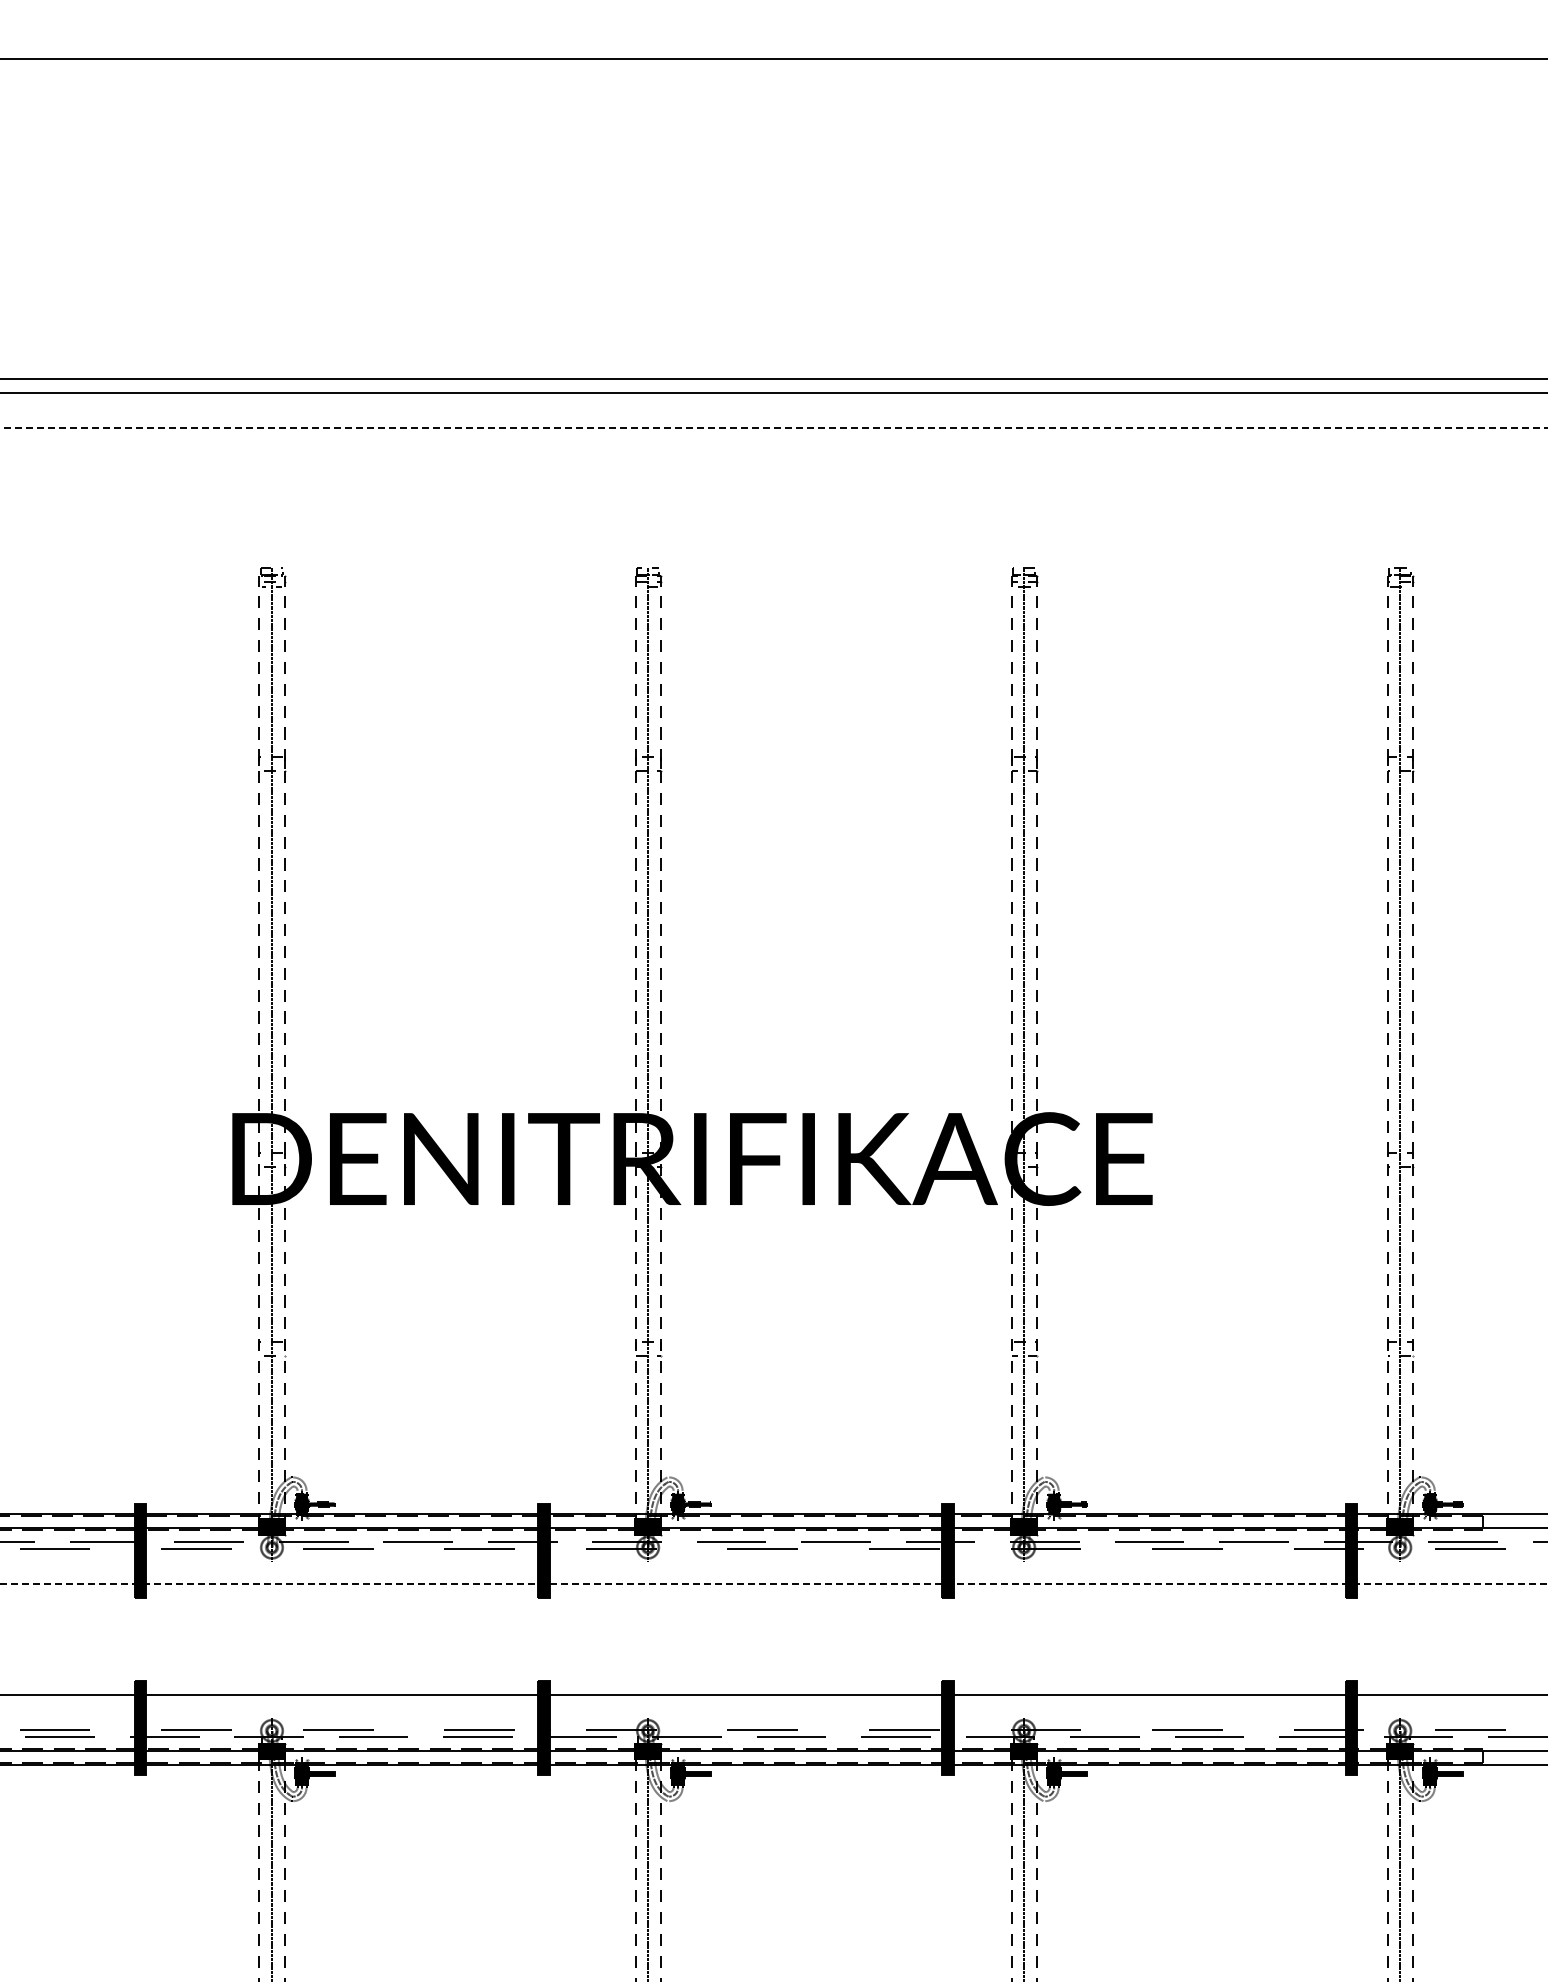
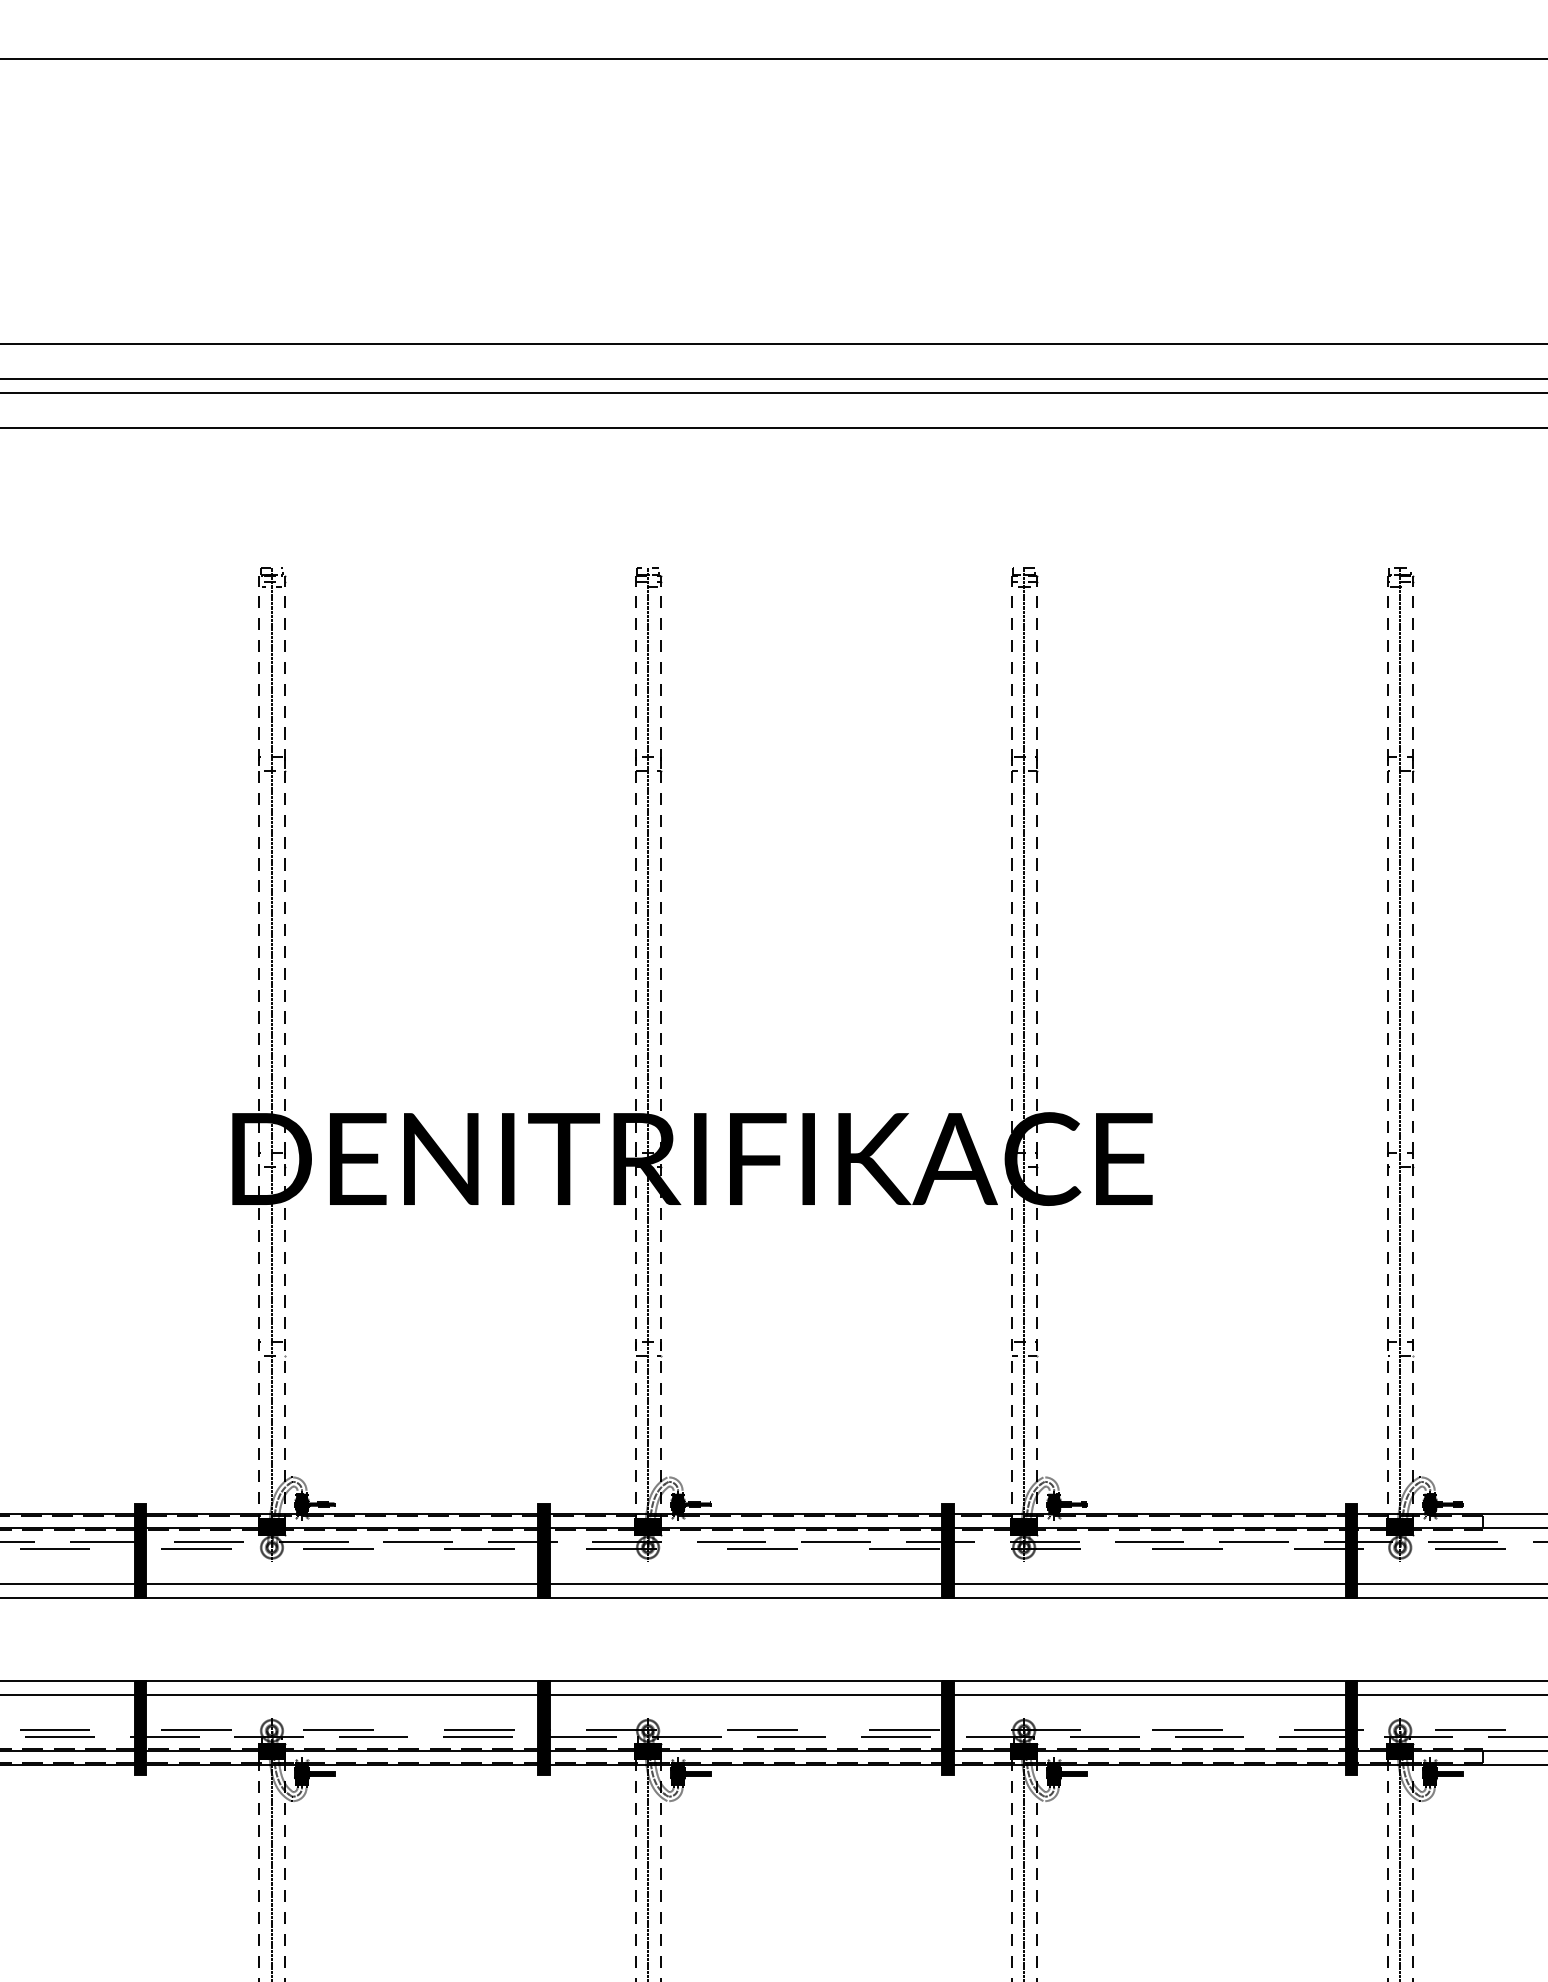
line at (773, 343): none -> present
line at (773, 427): dashed -> solid
line at (774, 1583): dashed -> solid
line at (773, 1597): none -> present
line at (773, 1681): none -> present
